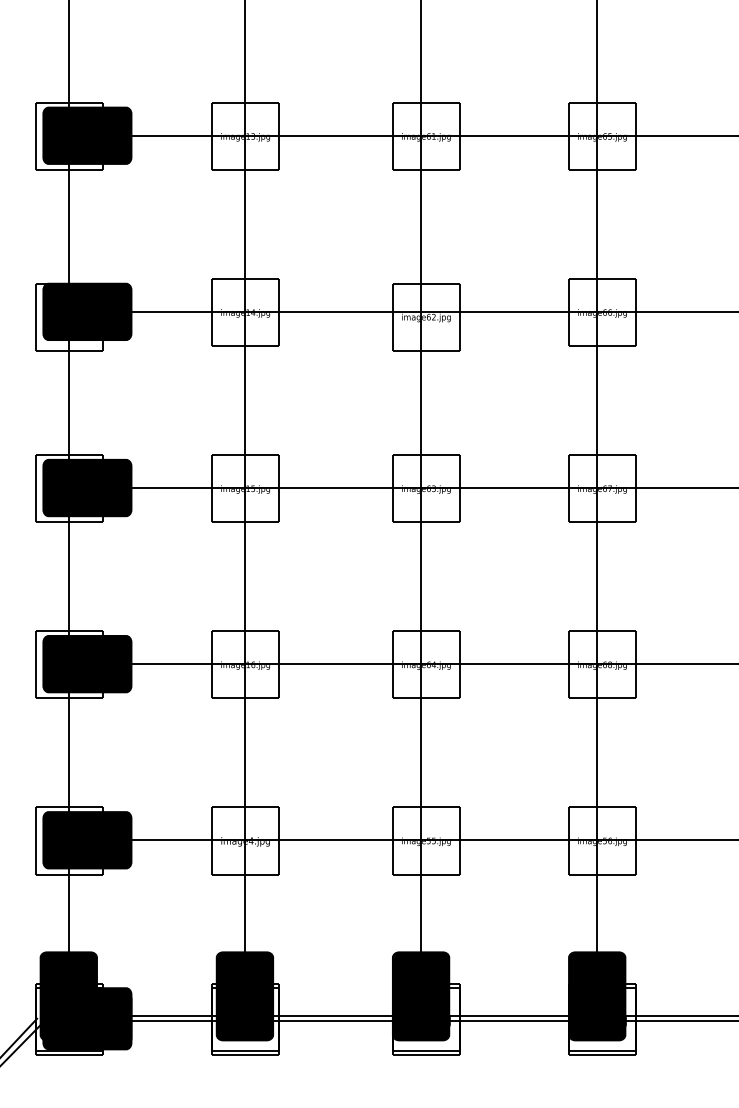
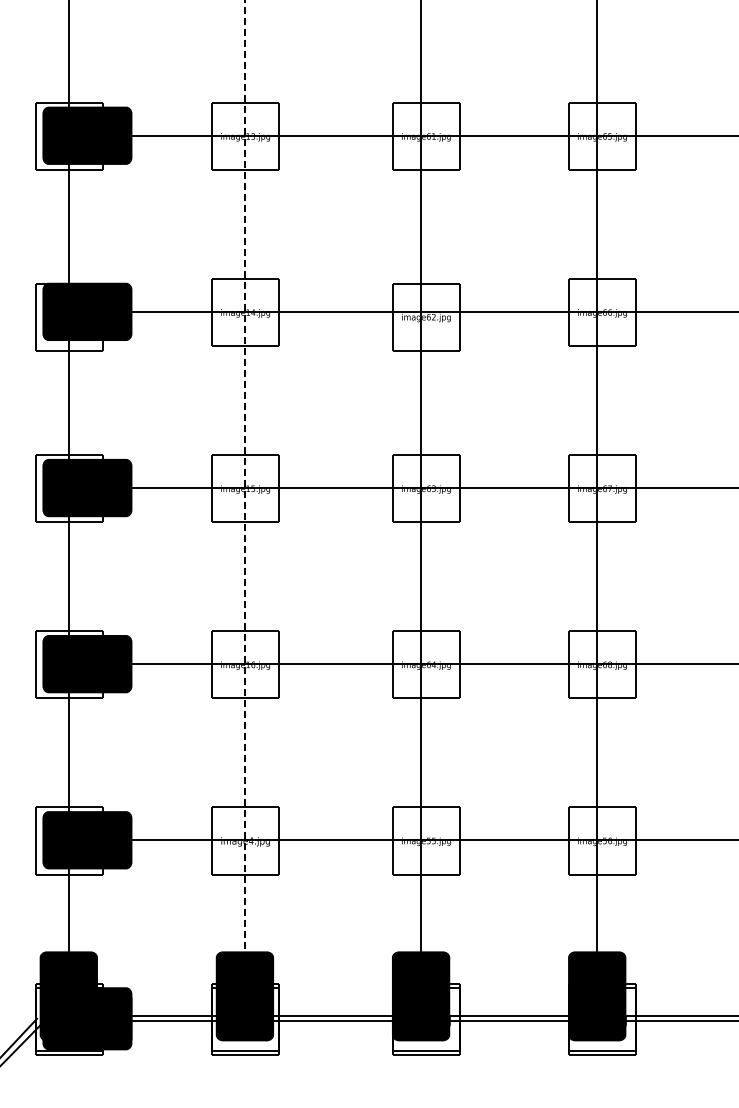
line at (244, 480): solid -> dashed
